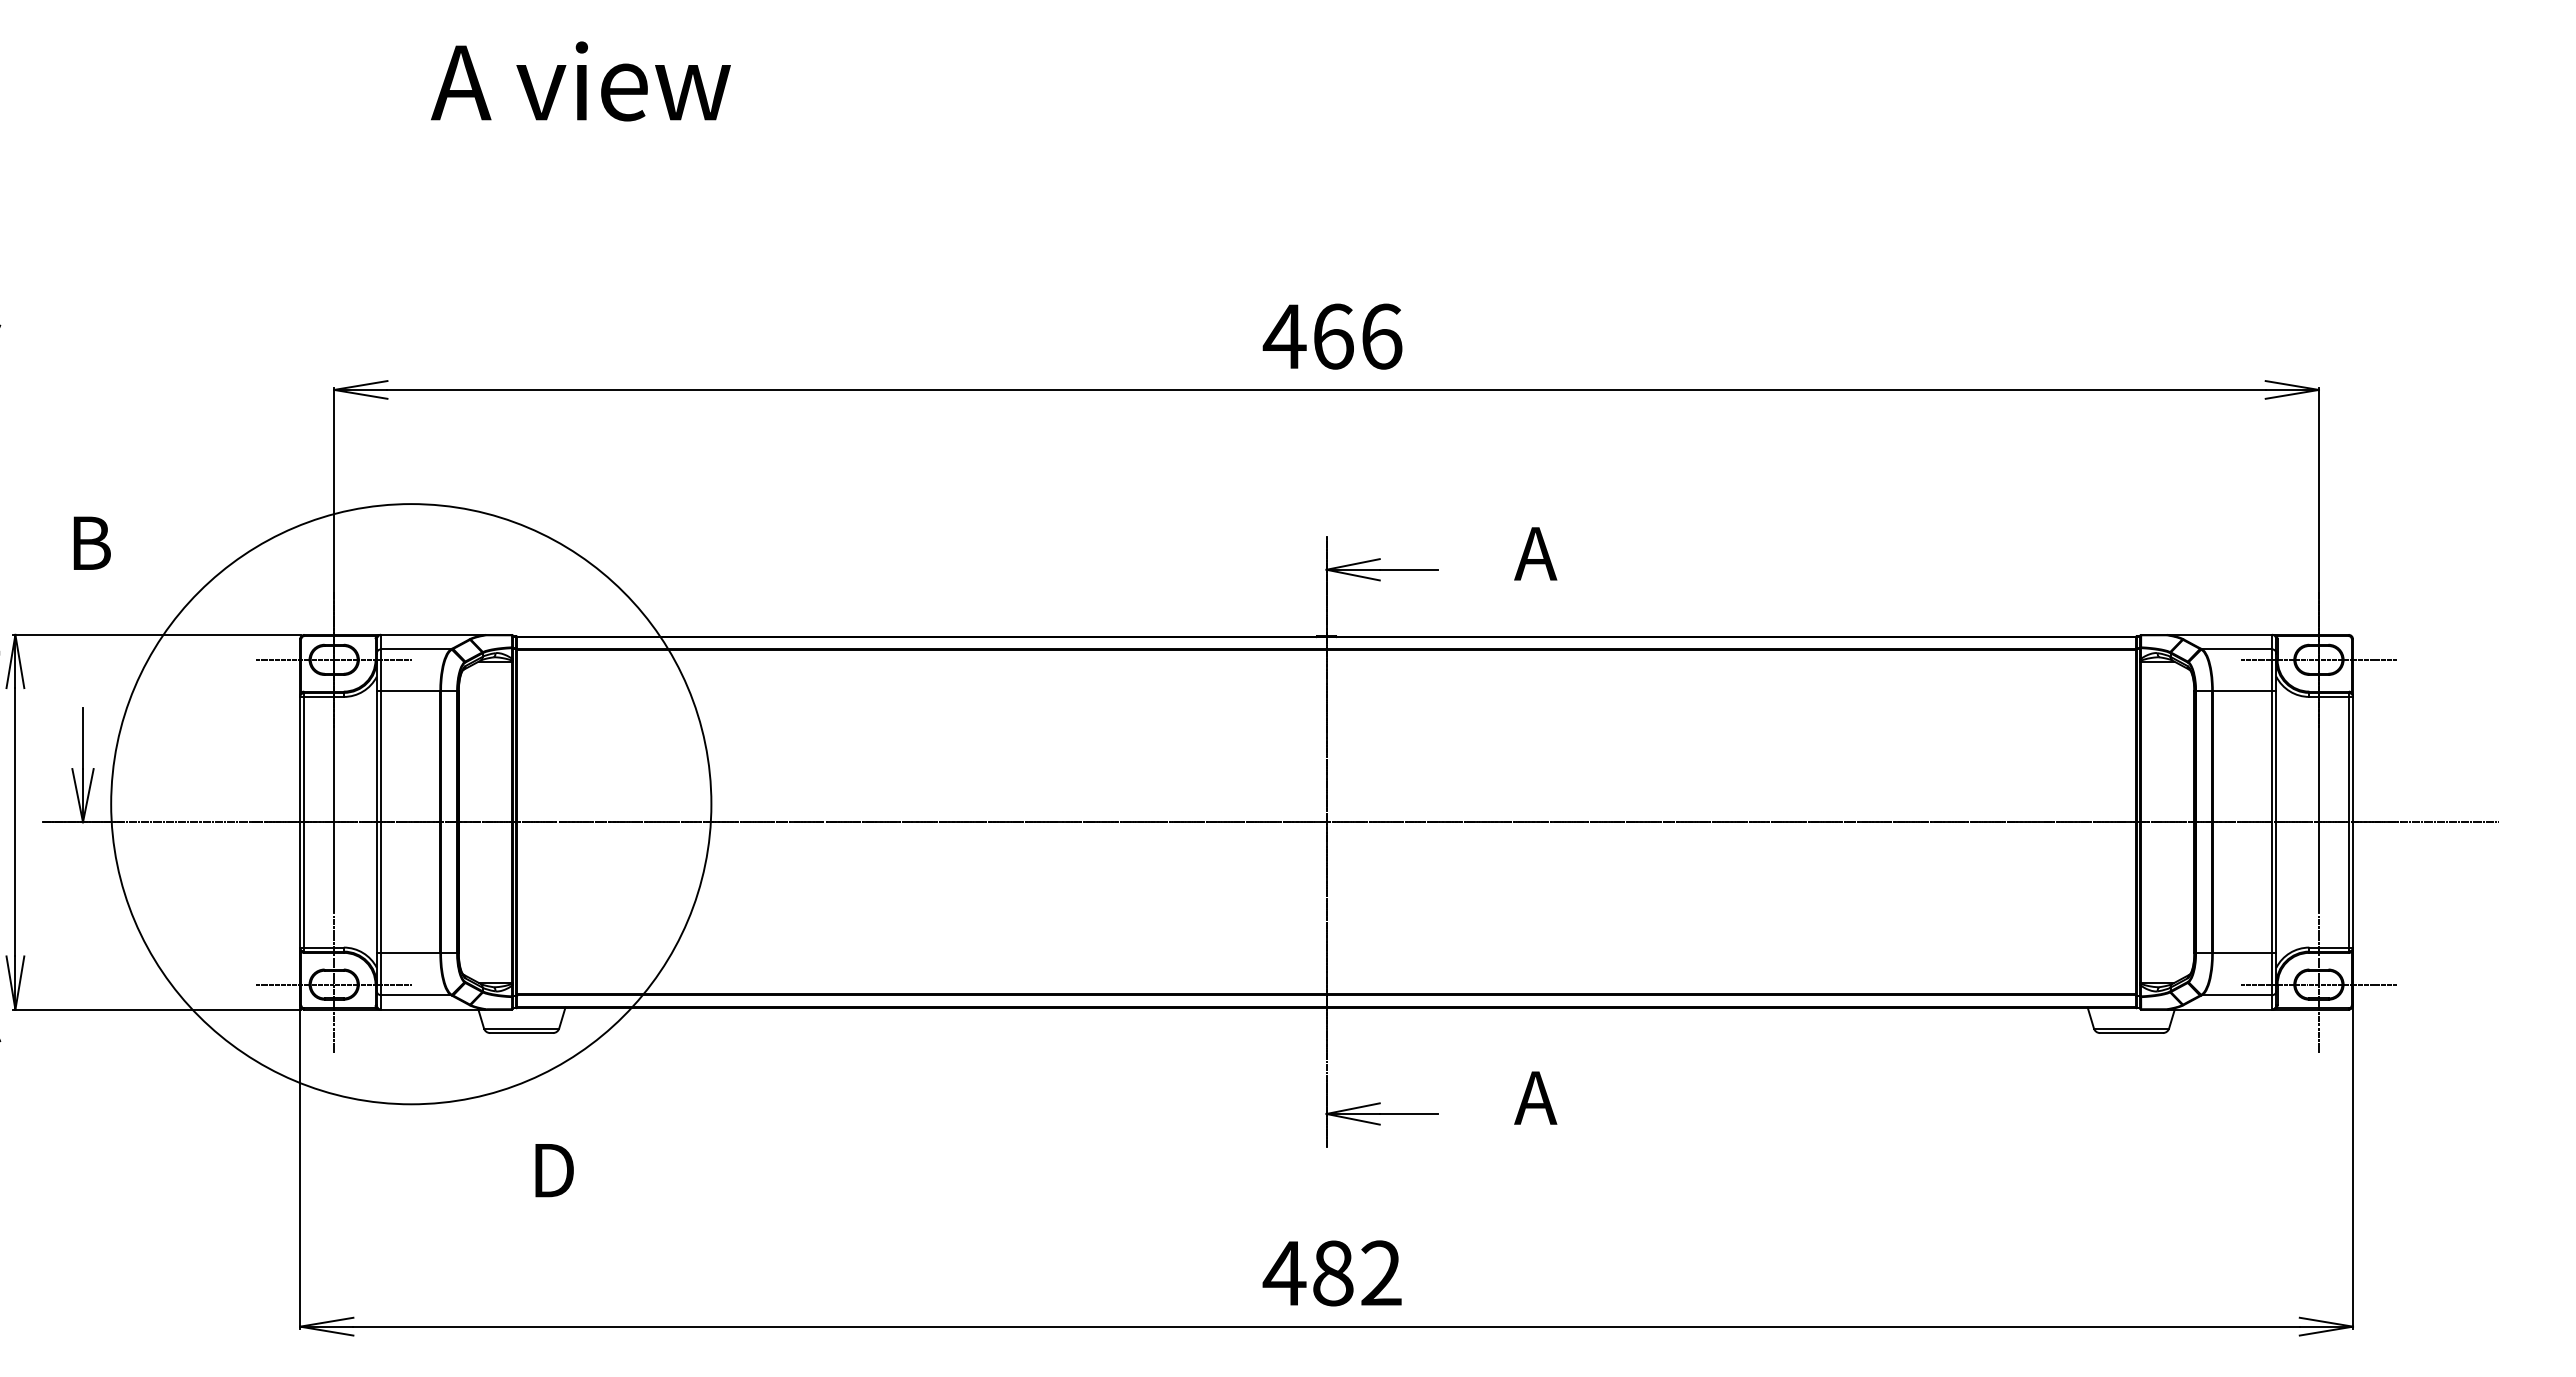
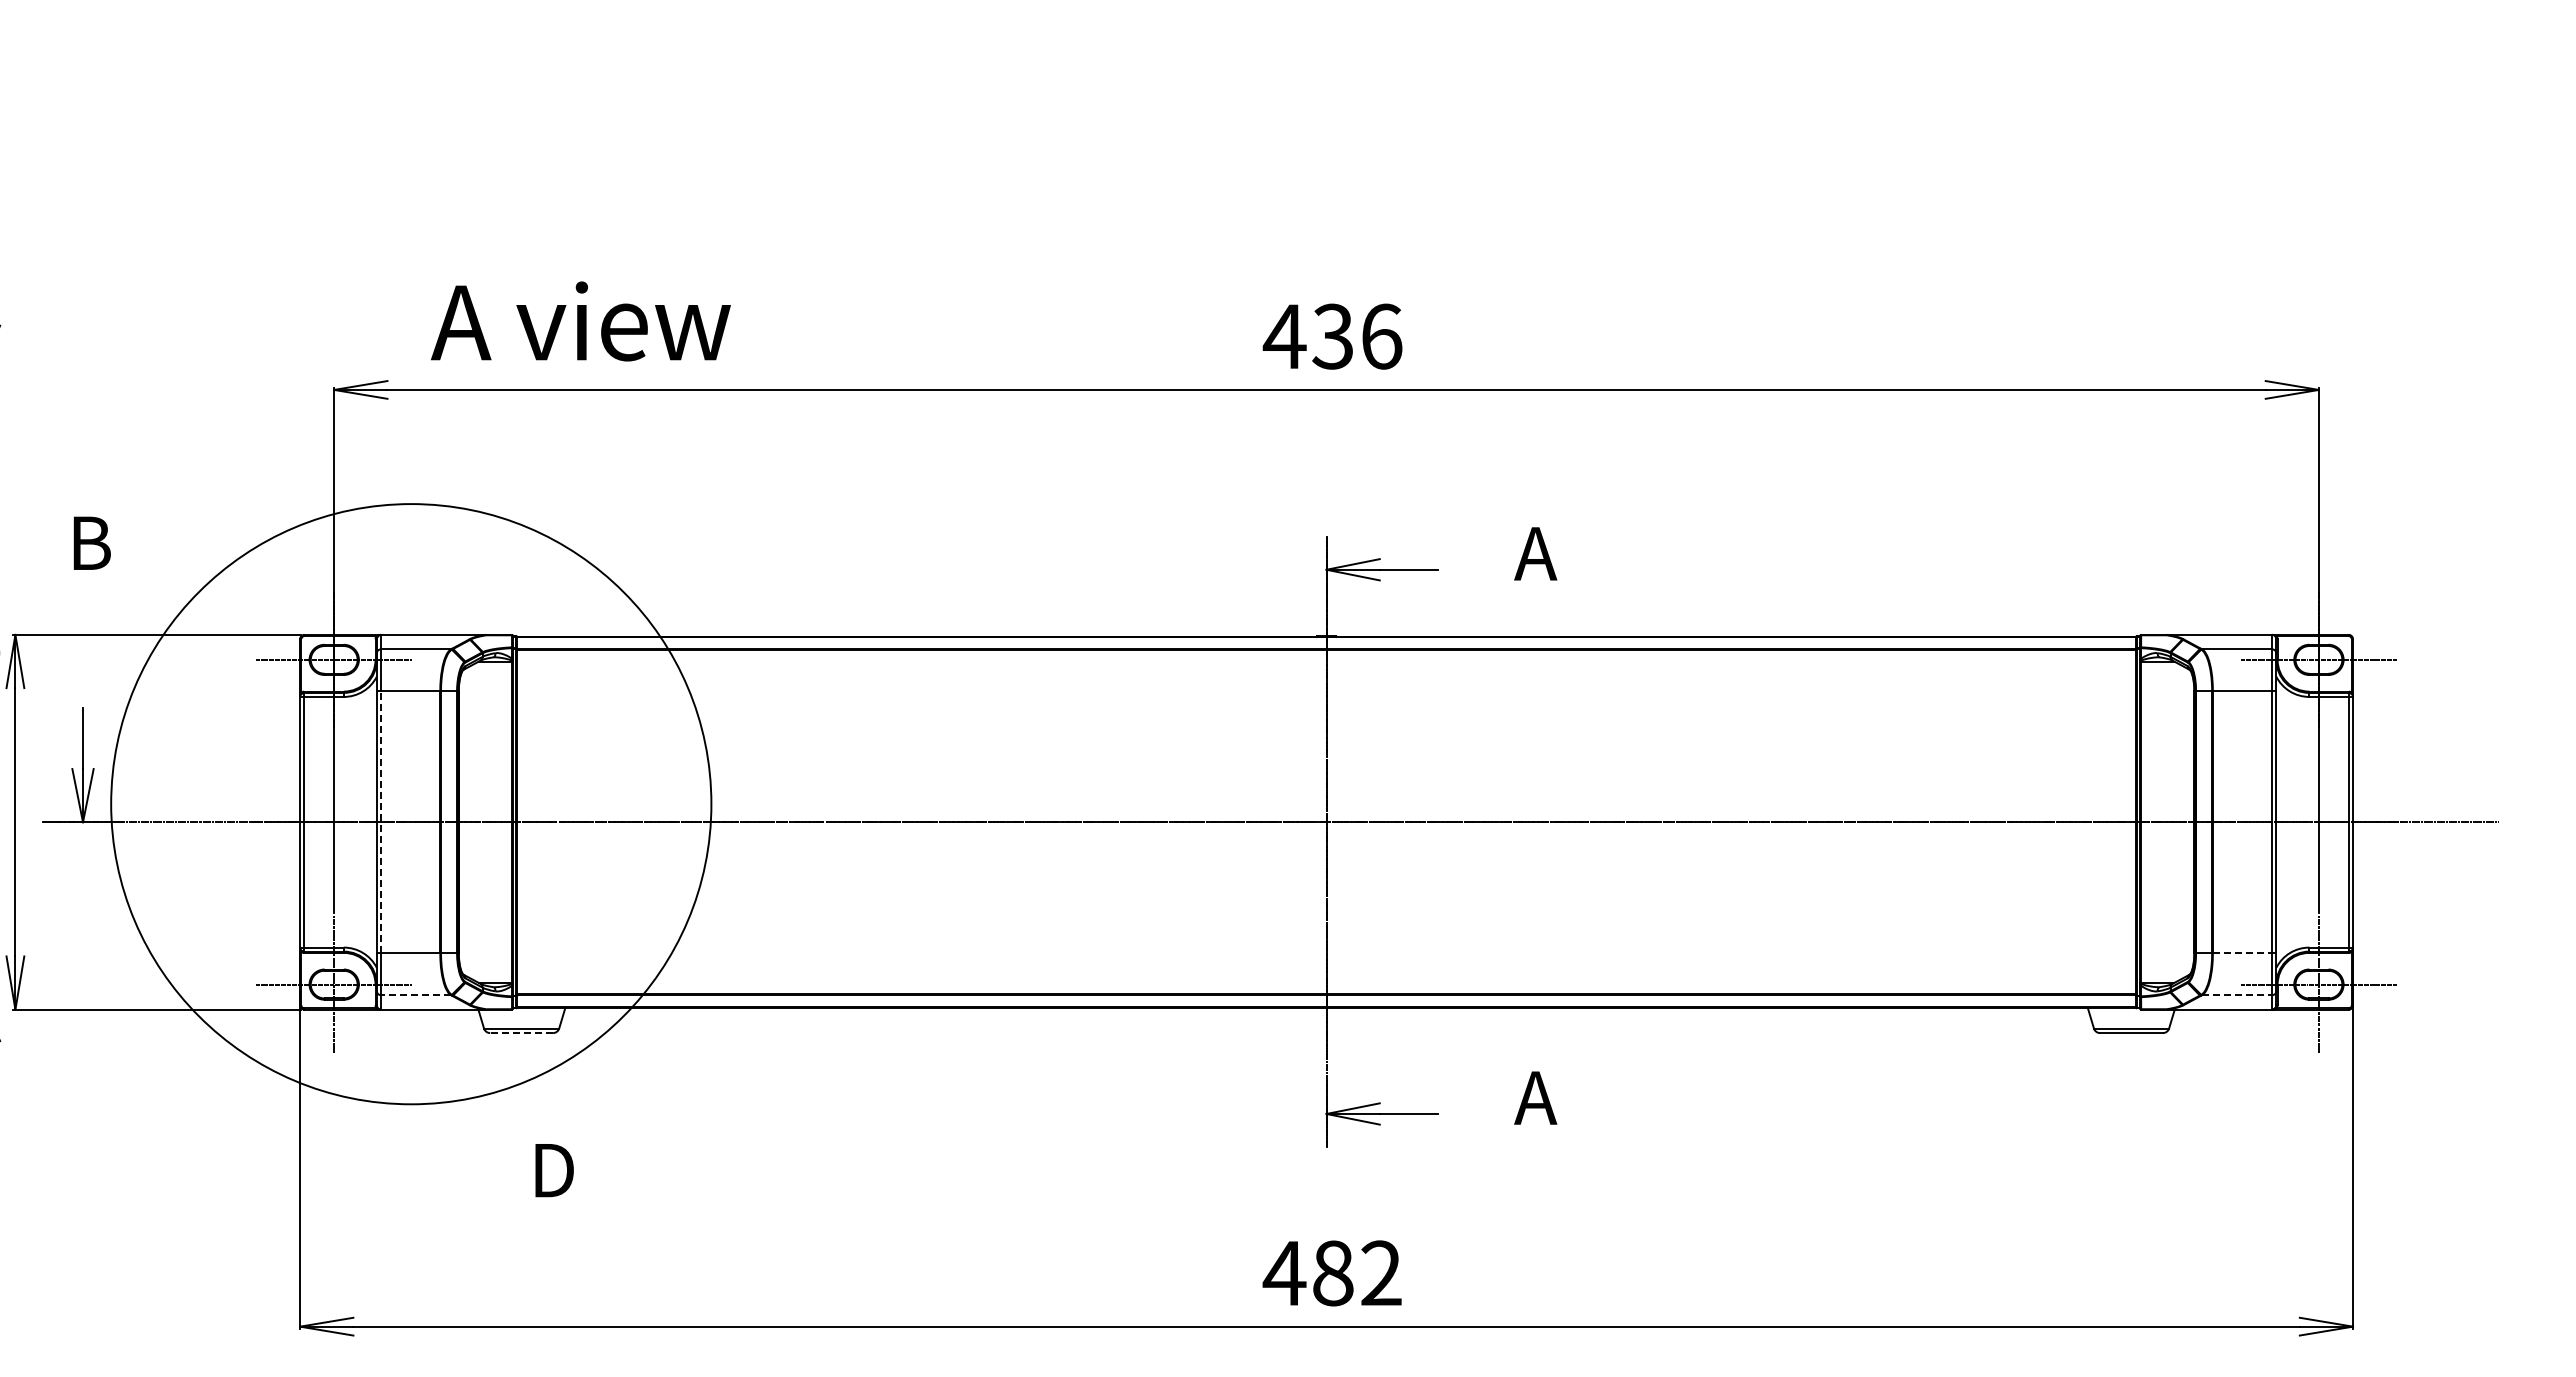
text at (580, 81) position: (580, 81) -> (580, 321)
text at (1332, 336): 466 -> 436
line at (381, 821): solid -> dashed
line at (2242, 953): solid -> dashed
line at (416, 995): solid -> dashed
line at (2237, 995): solid -> dashed
line at (521, 1033): solid -> dashed
